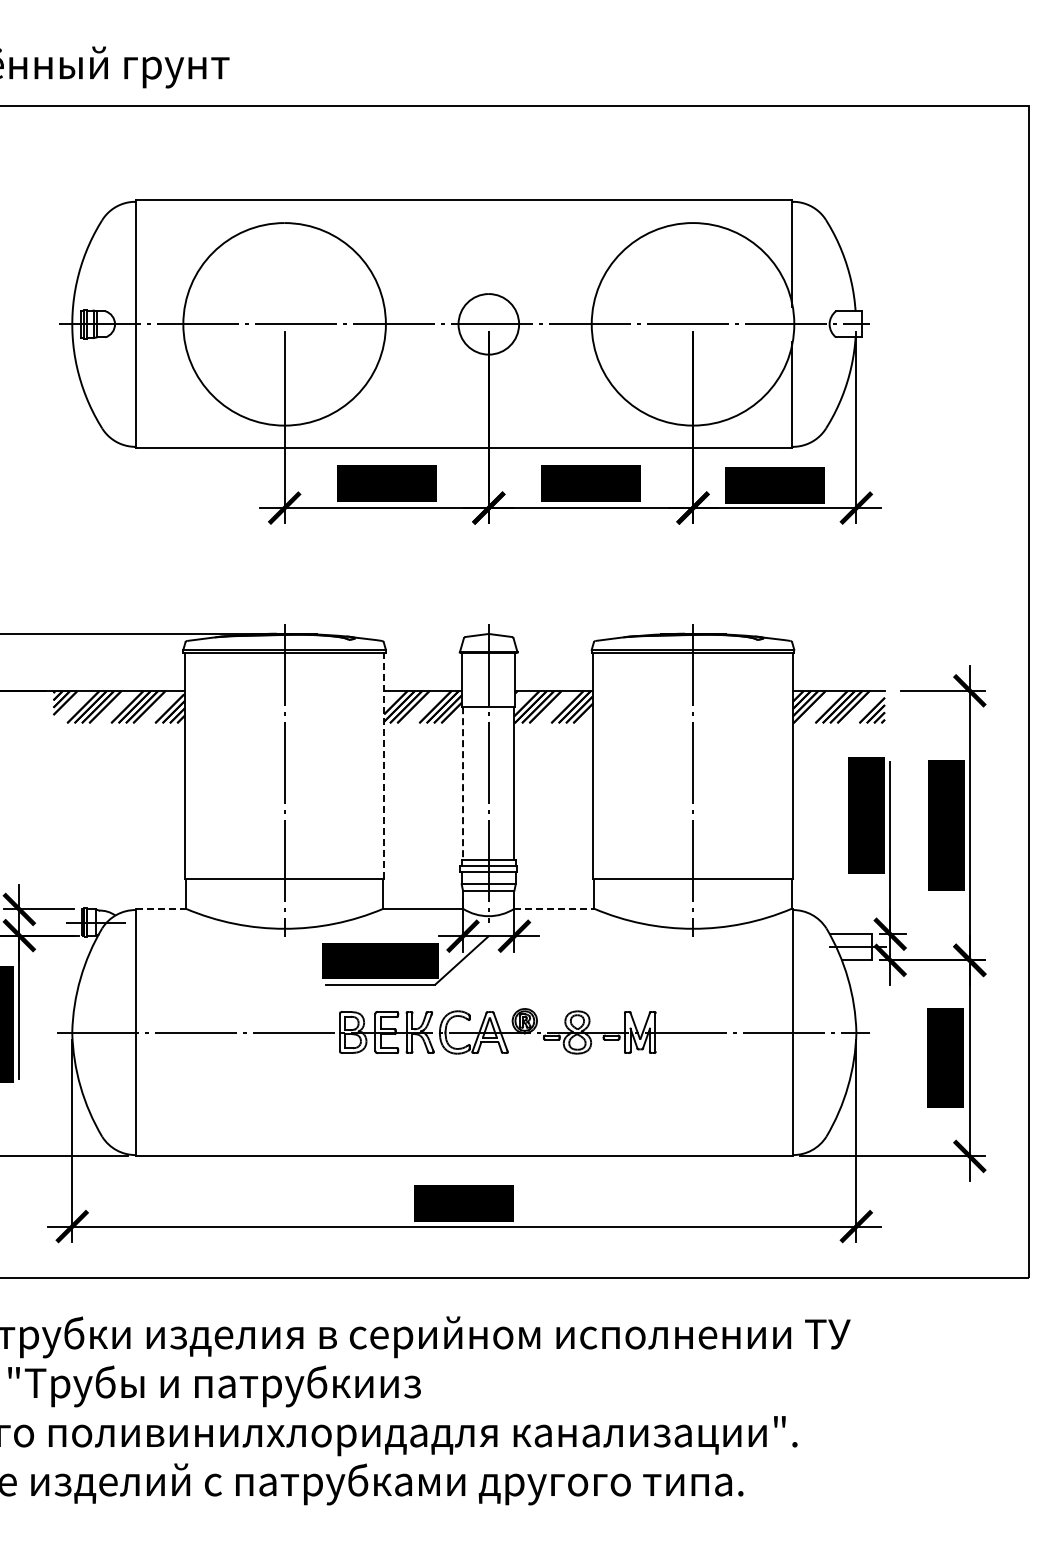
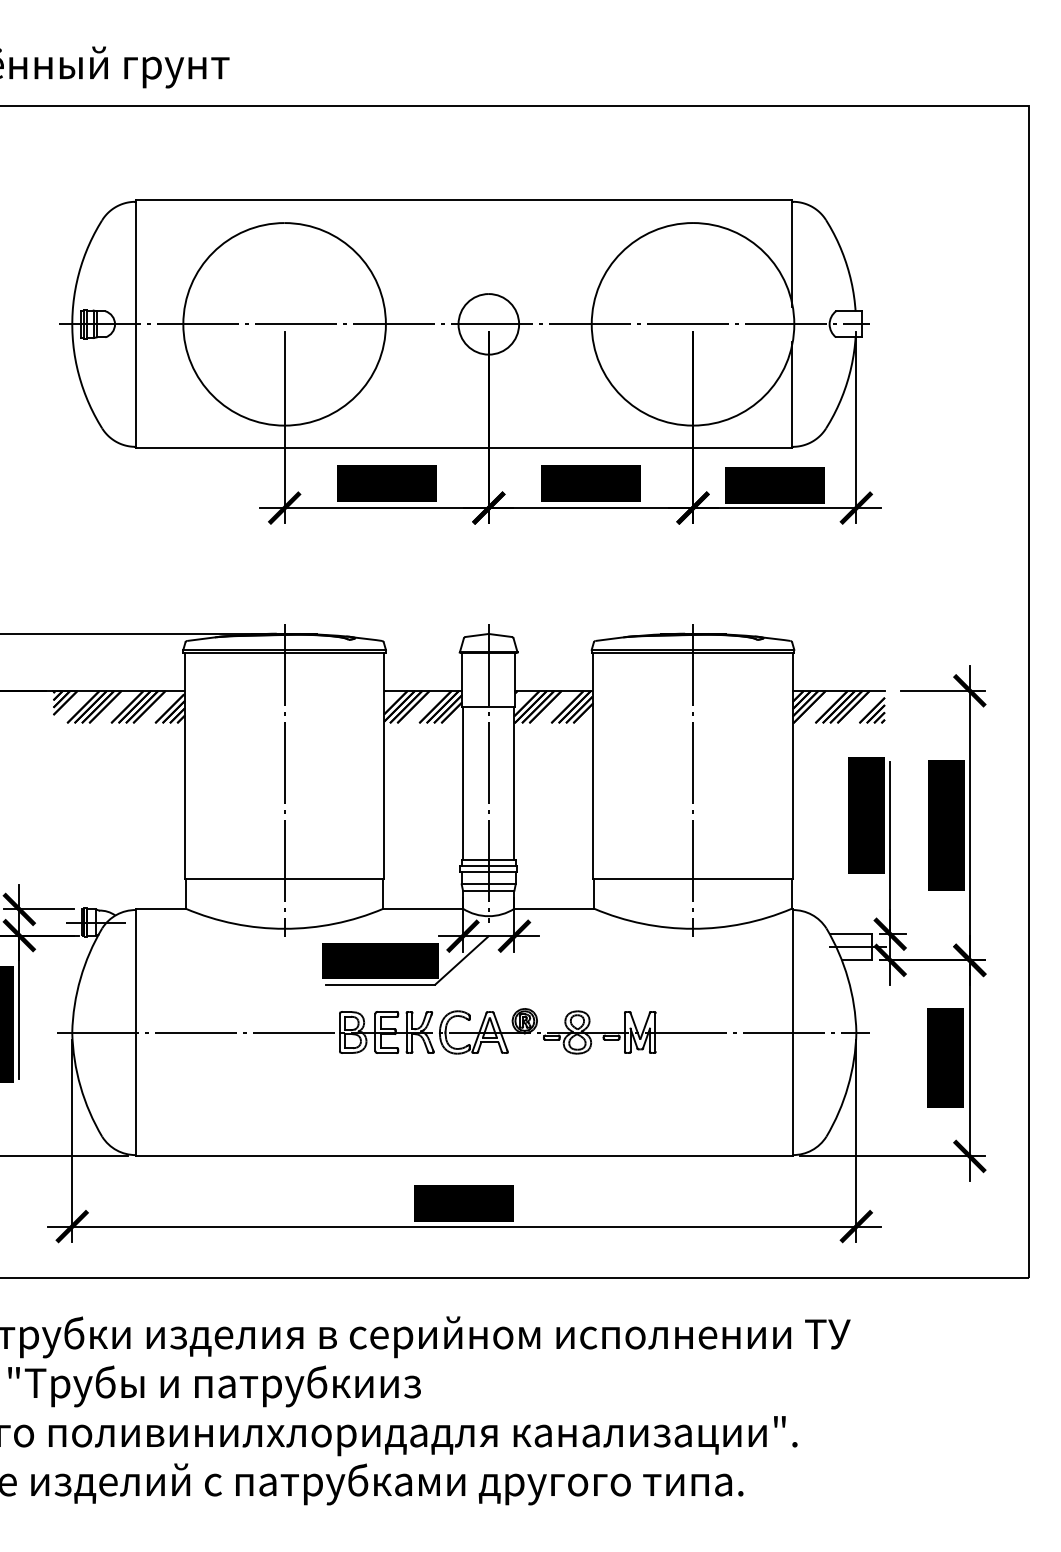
line at (384, 766): dashed -> solid
line at (463, 783): dashed -> solid
line at (160, 908): dashed -> solid
line at (554, 908): dashed -> solid
